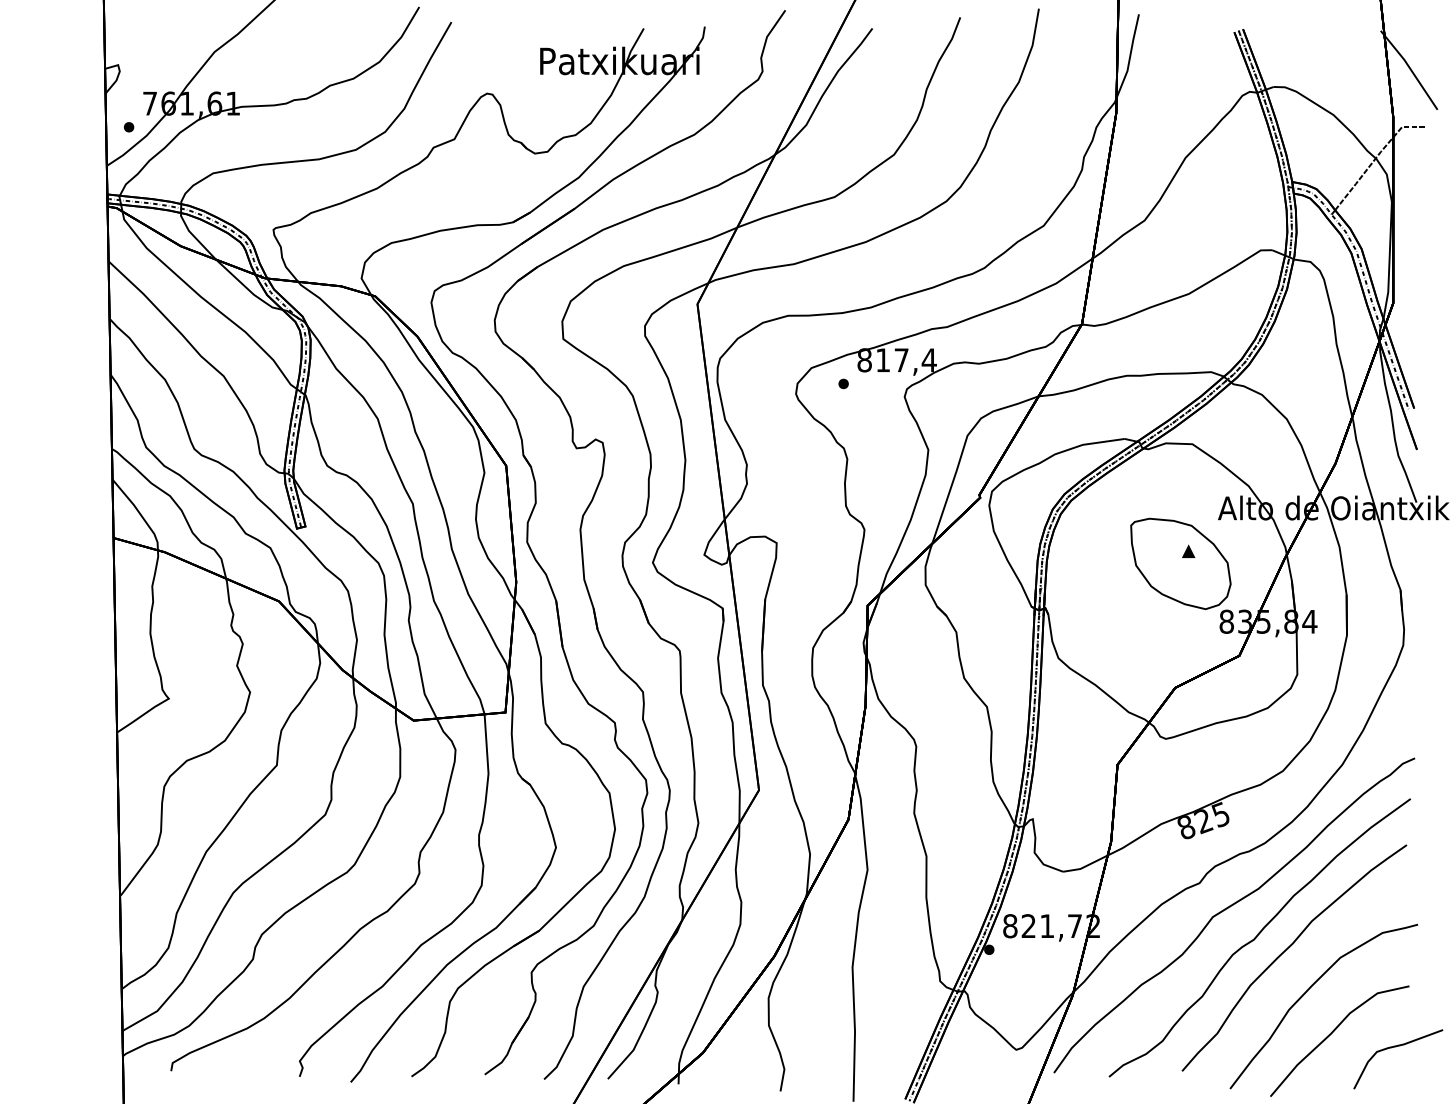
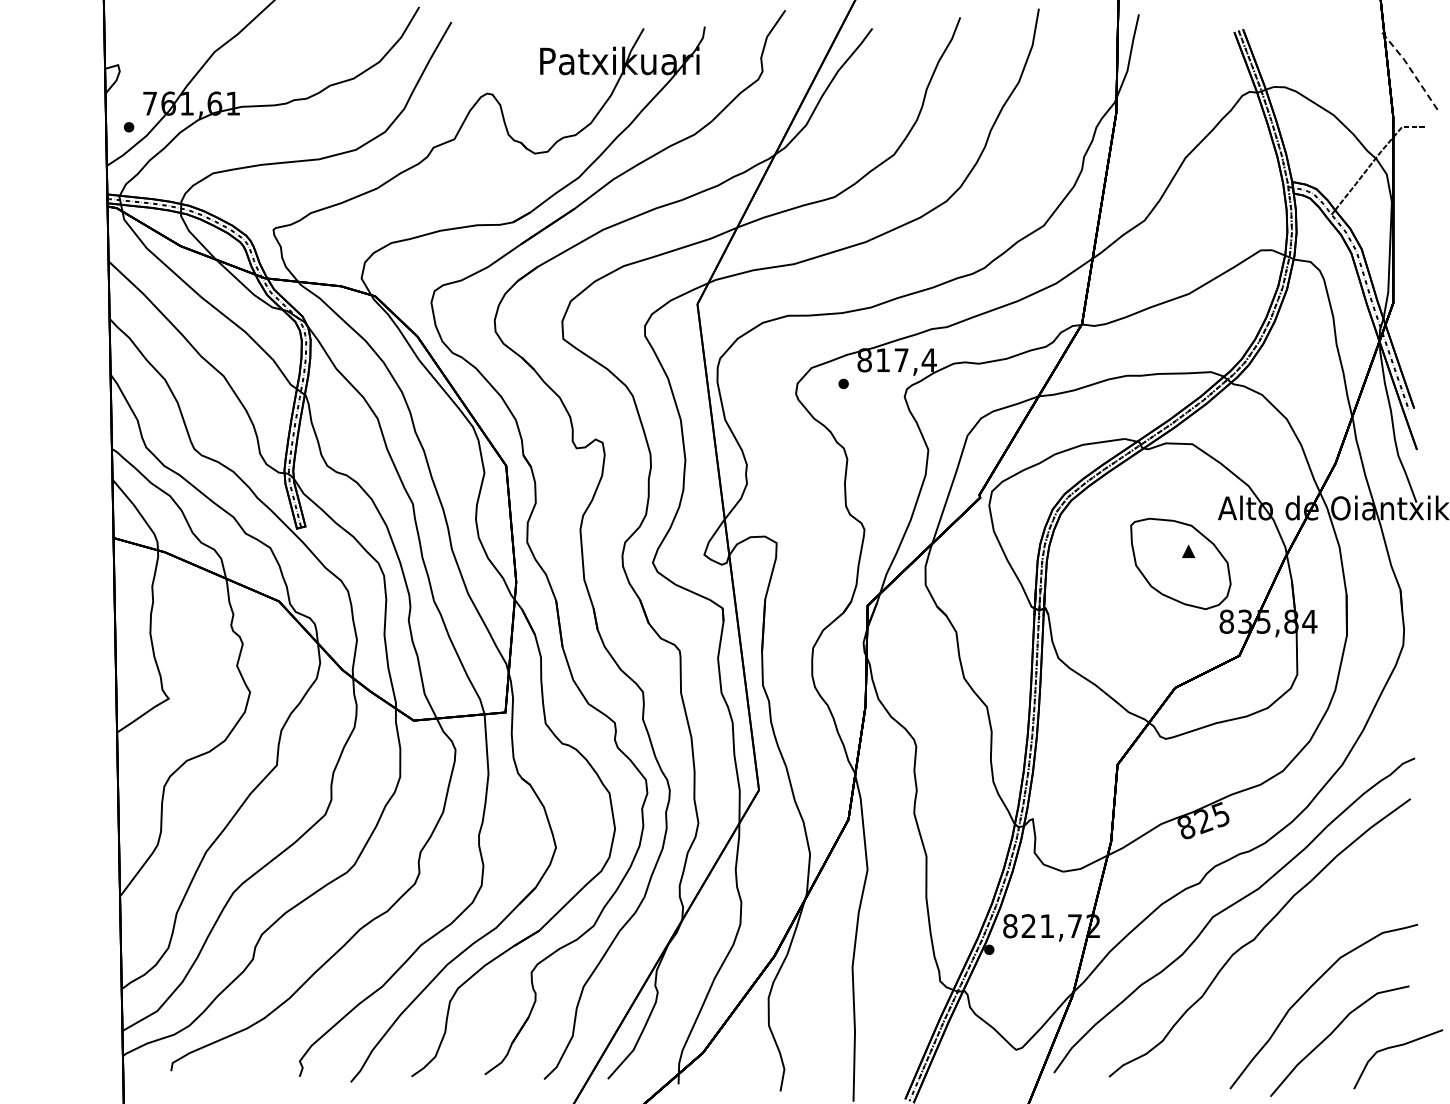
line at (1410, 68): solid -> dashed
curve at (1289, 948): present -> none
